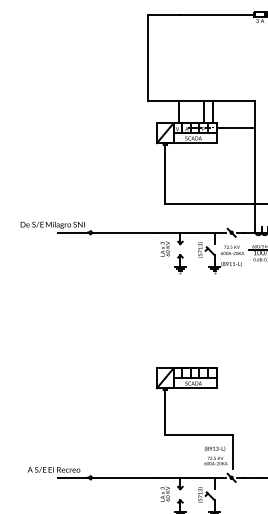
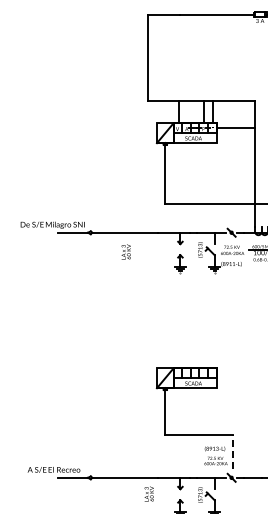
text at (164, 248) position: (164, 248) -> (125, 251)
line at (232, 452): solid -> dashed
text at (164, 493) position: (164, 493) -> (148, 493)
